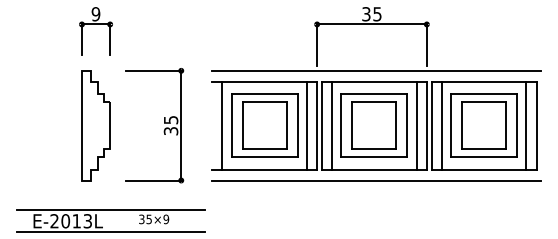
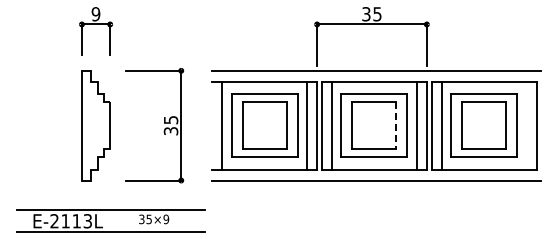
line at (396, 125): solid -> dashed
line at (526, 125): present -> none
text at (65, 221): E-2013L -> E-2113L
